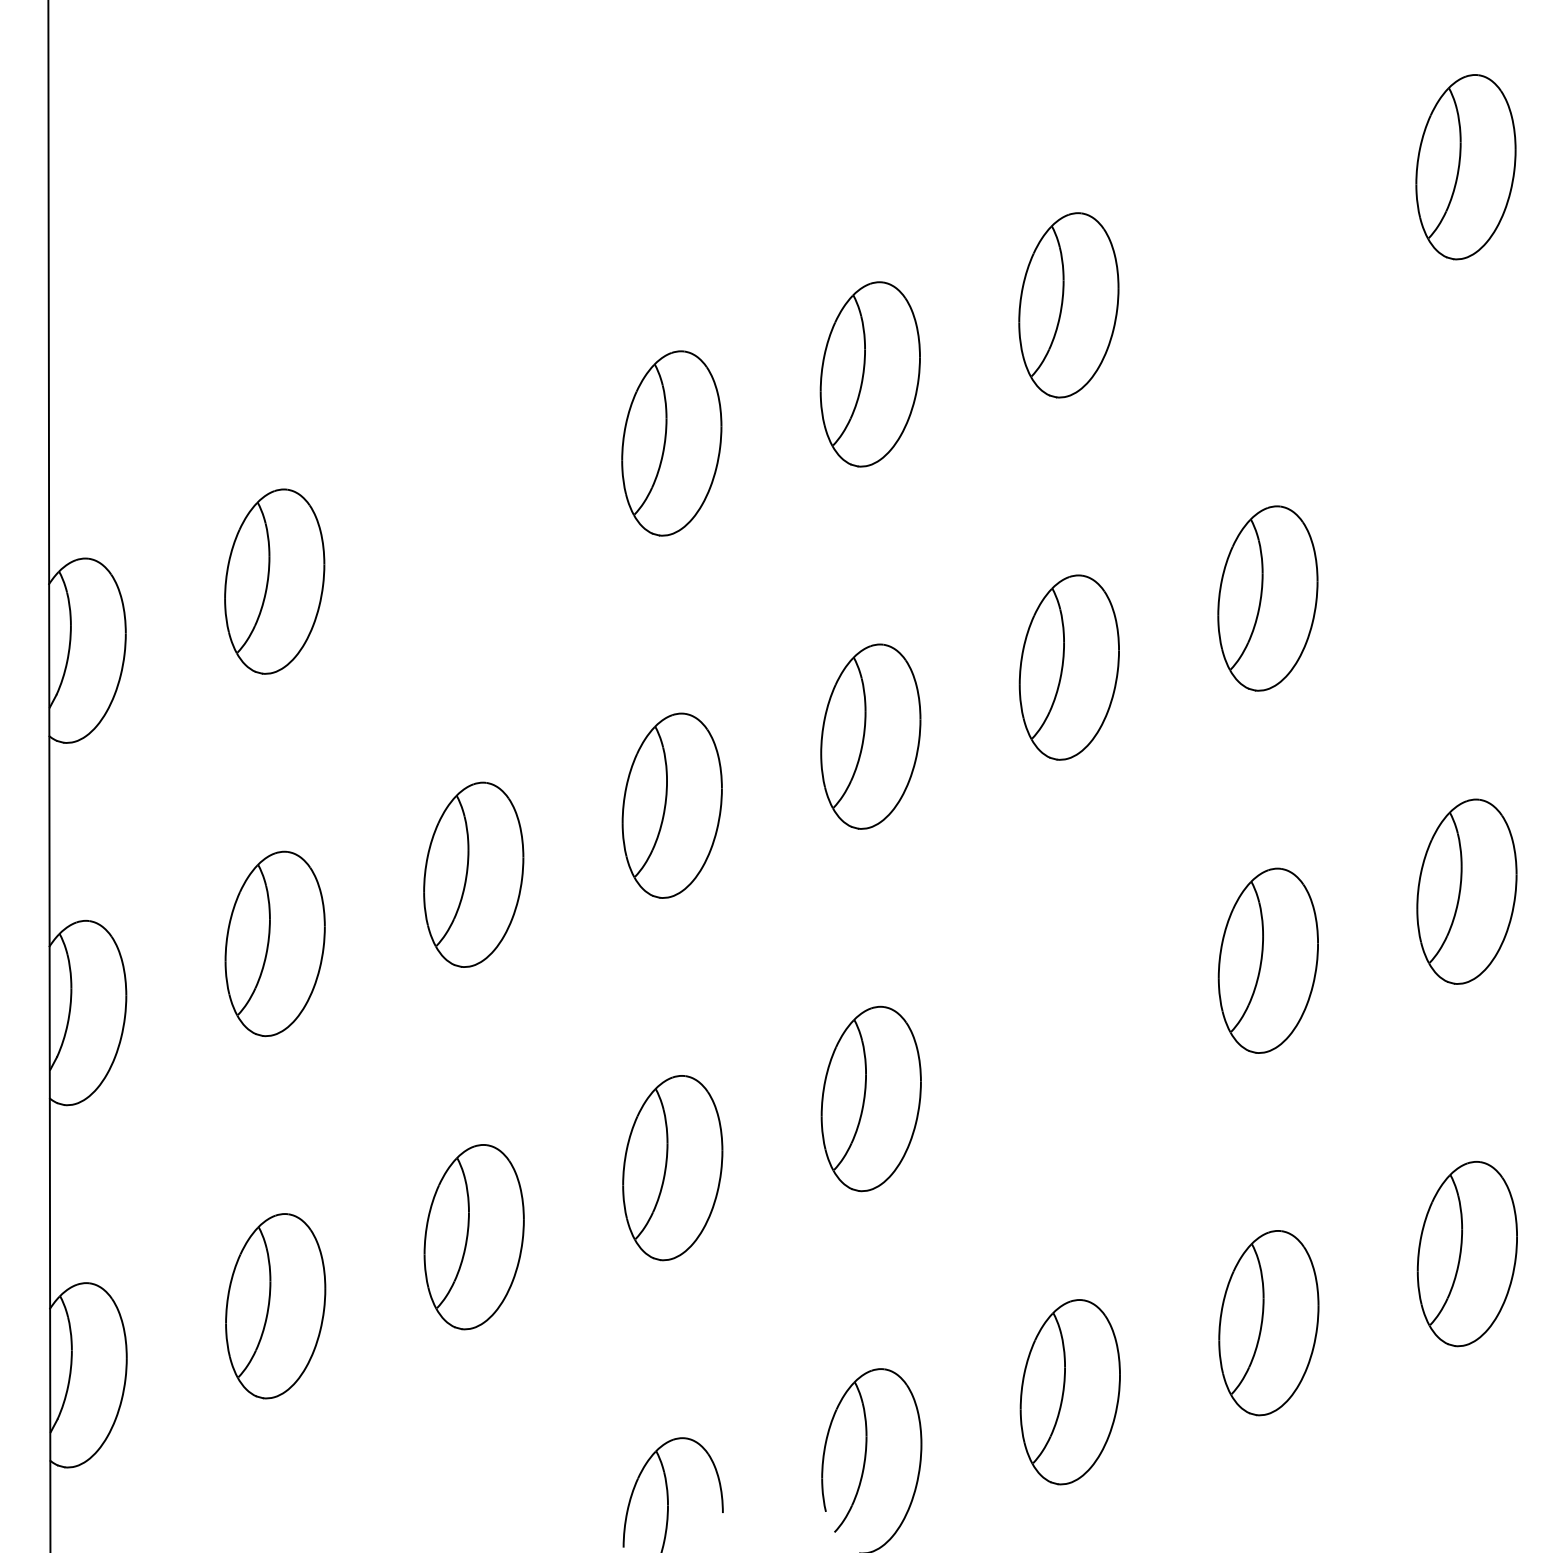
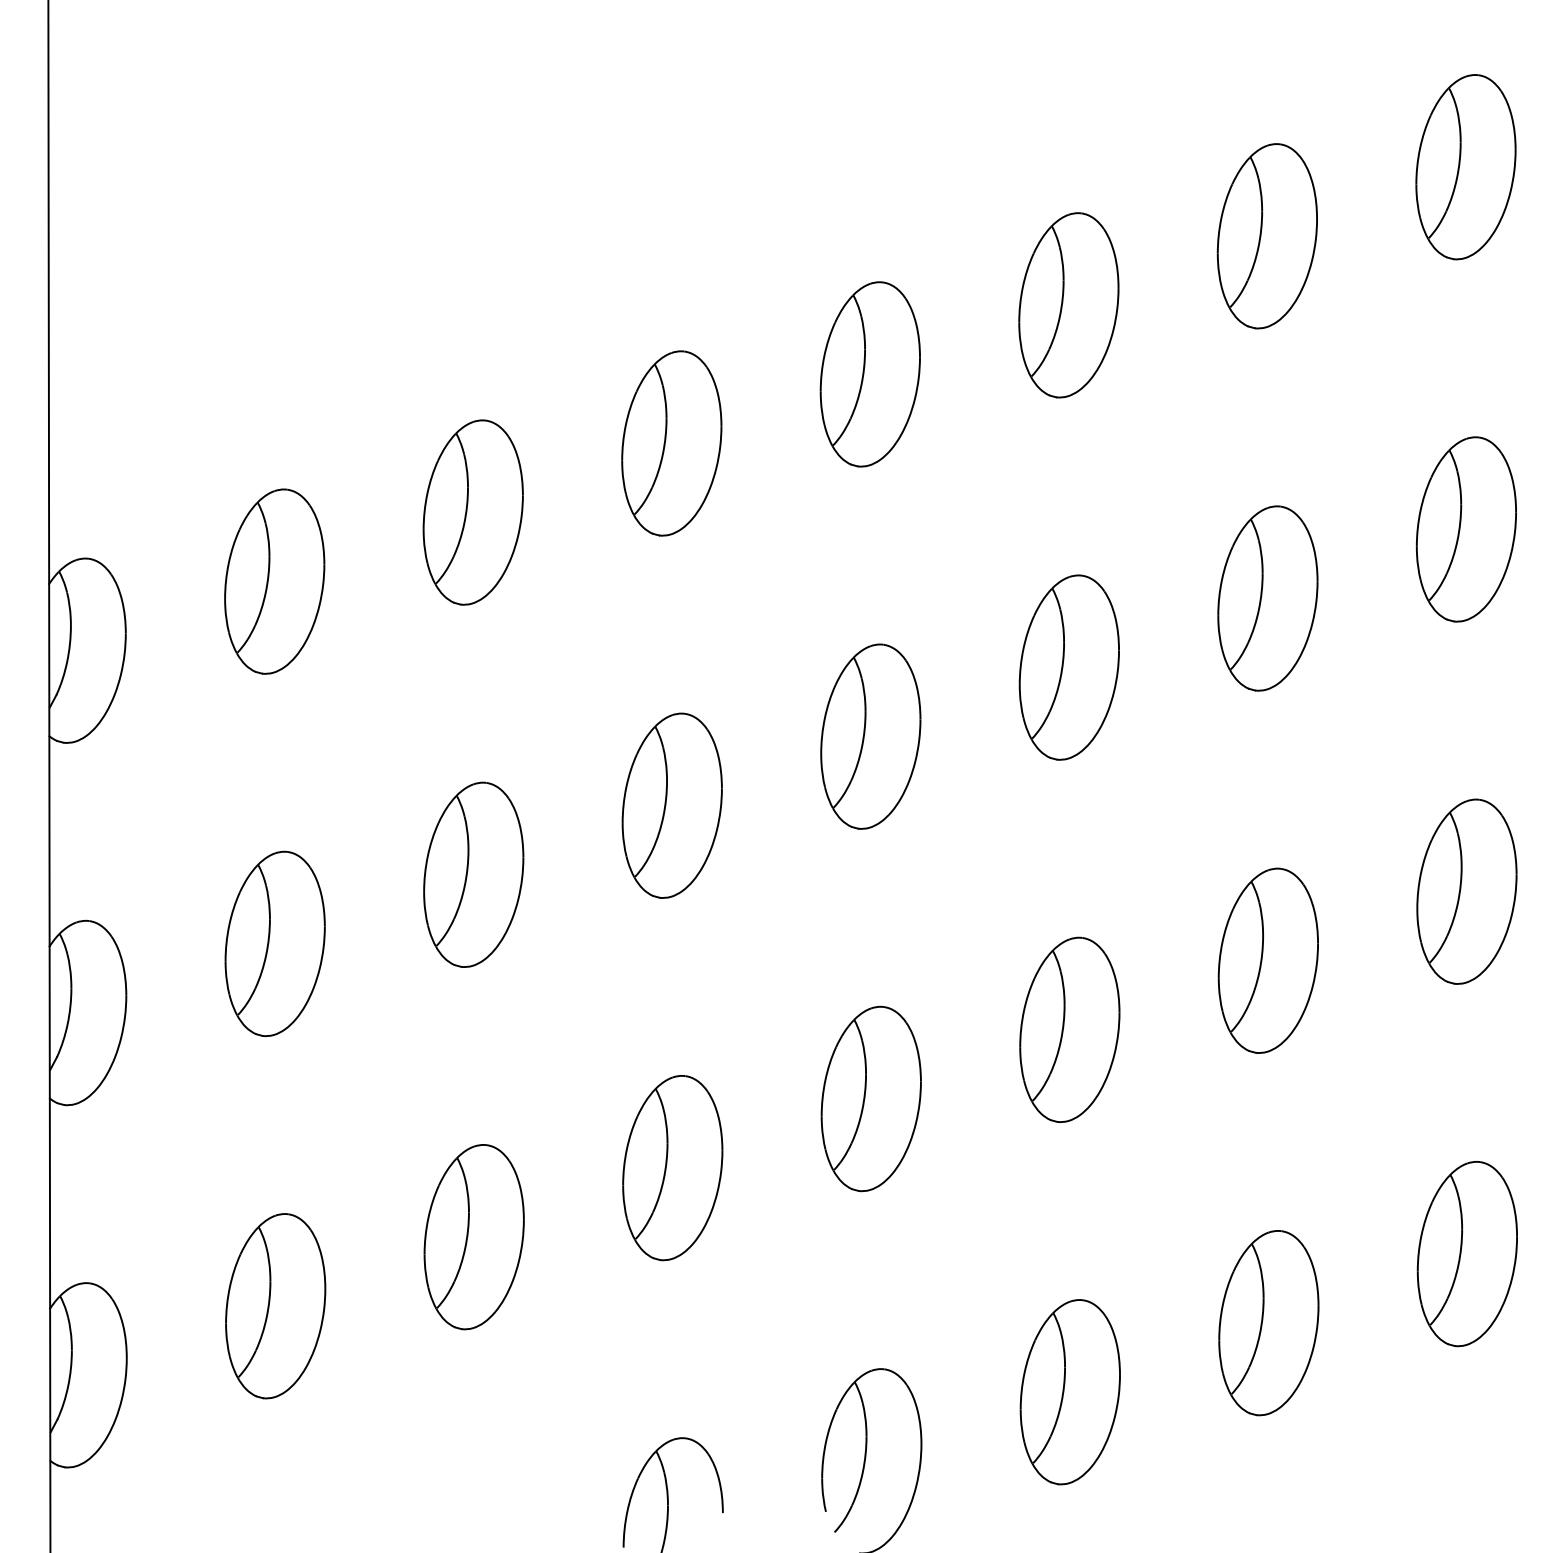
part at (1266, 236): none -> present
part at (472, 512): none -> present
part at (1465, 529): none -> present
part at (1069, 1029): none -> present
